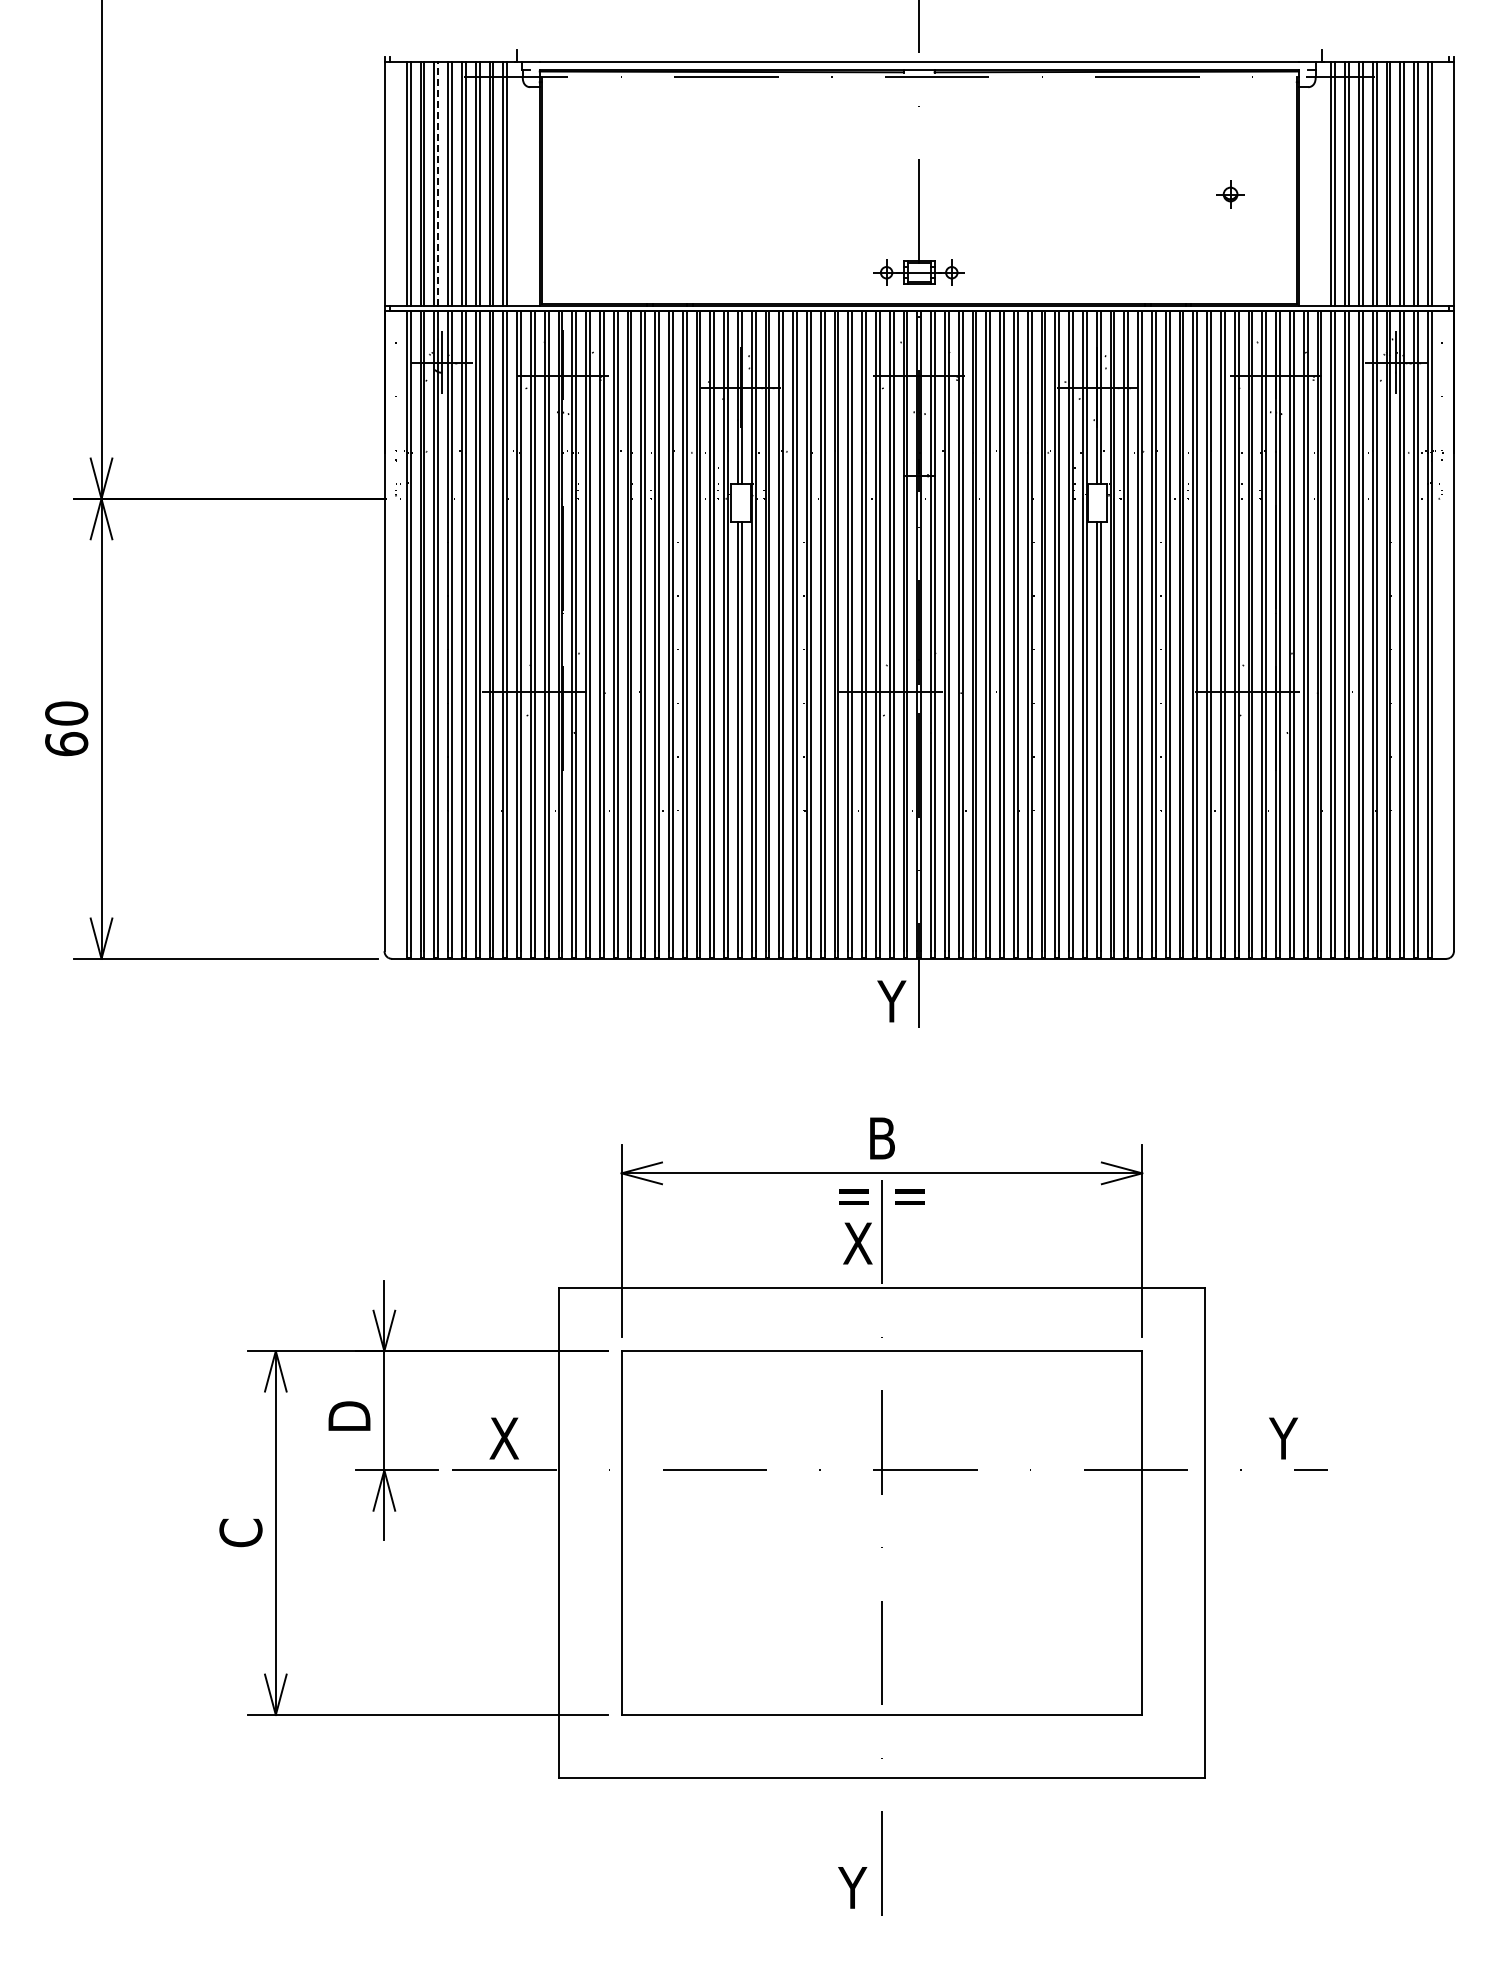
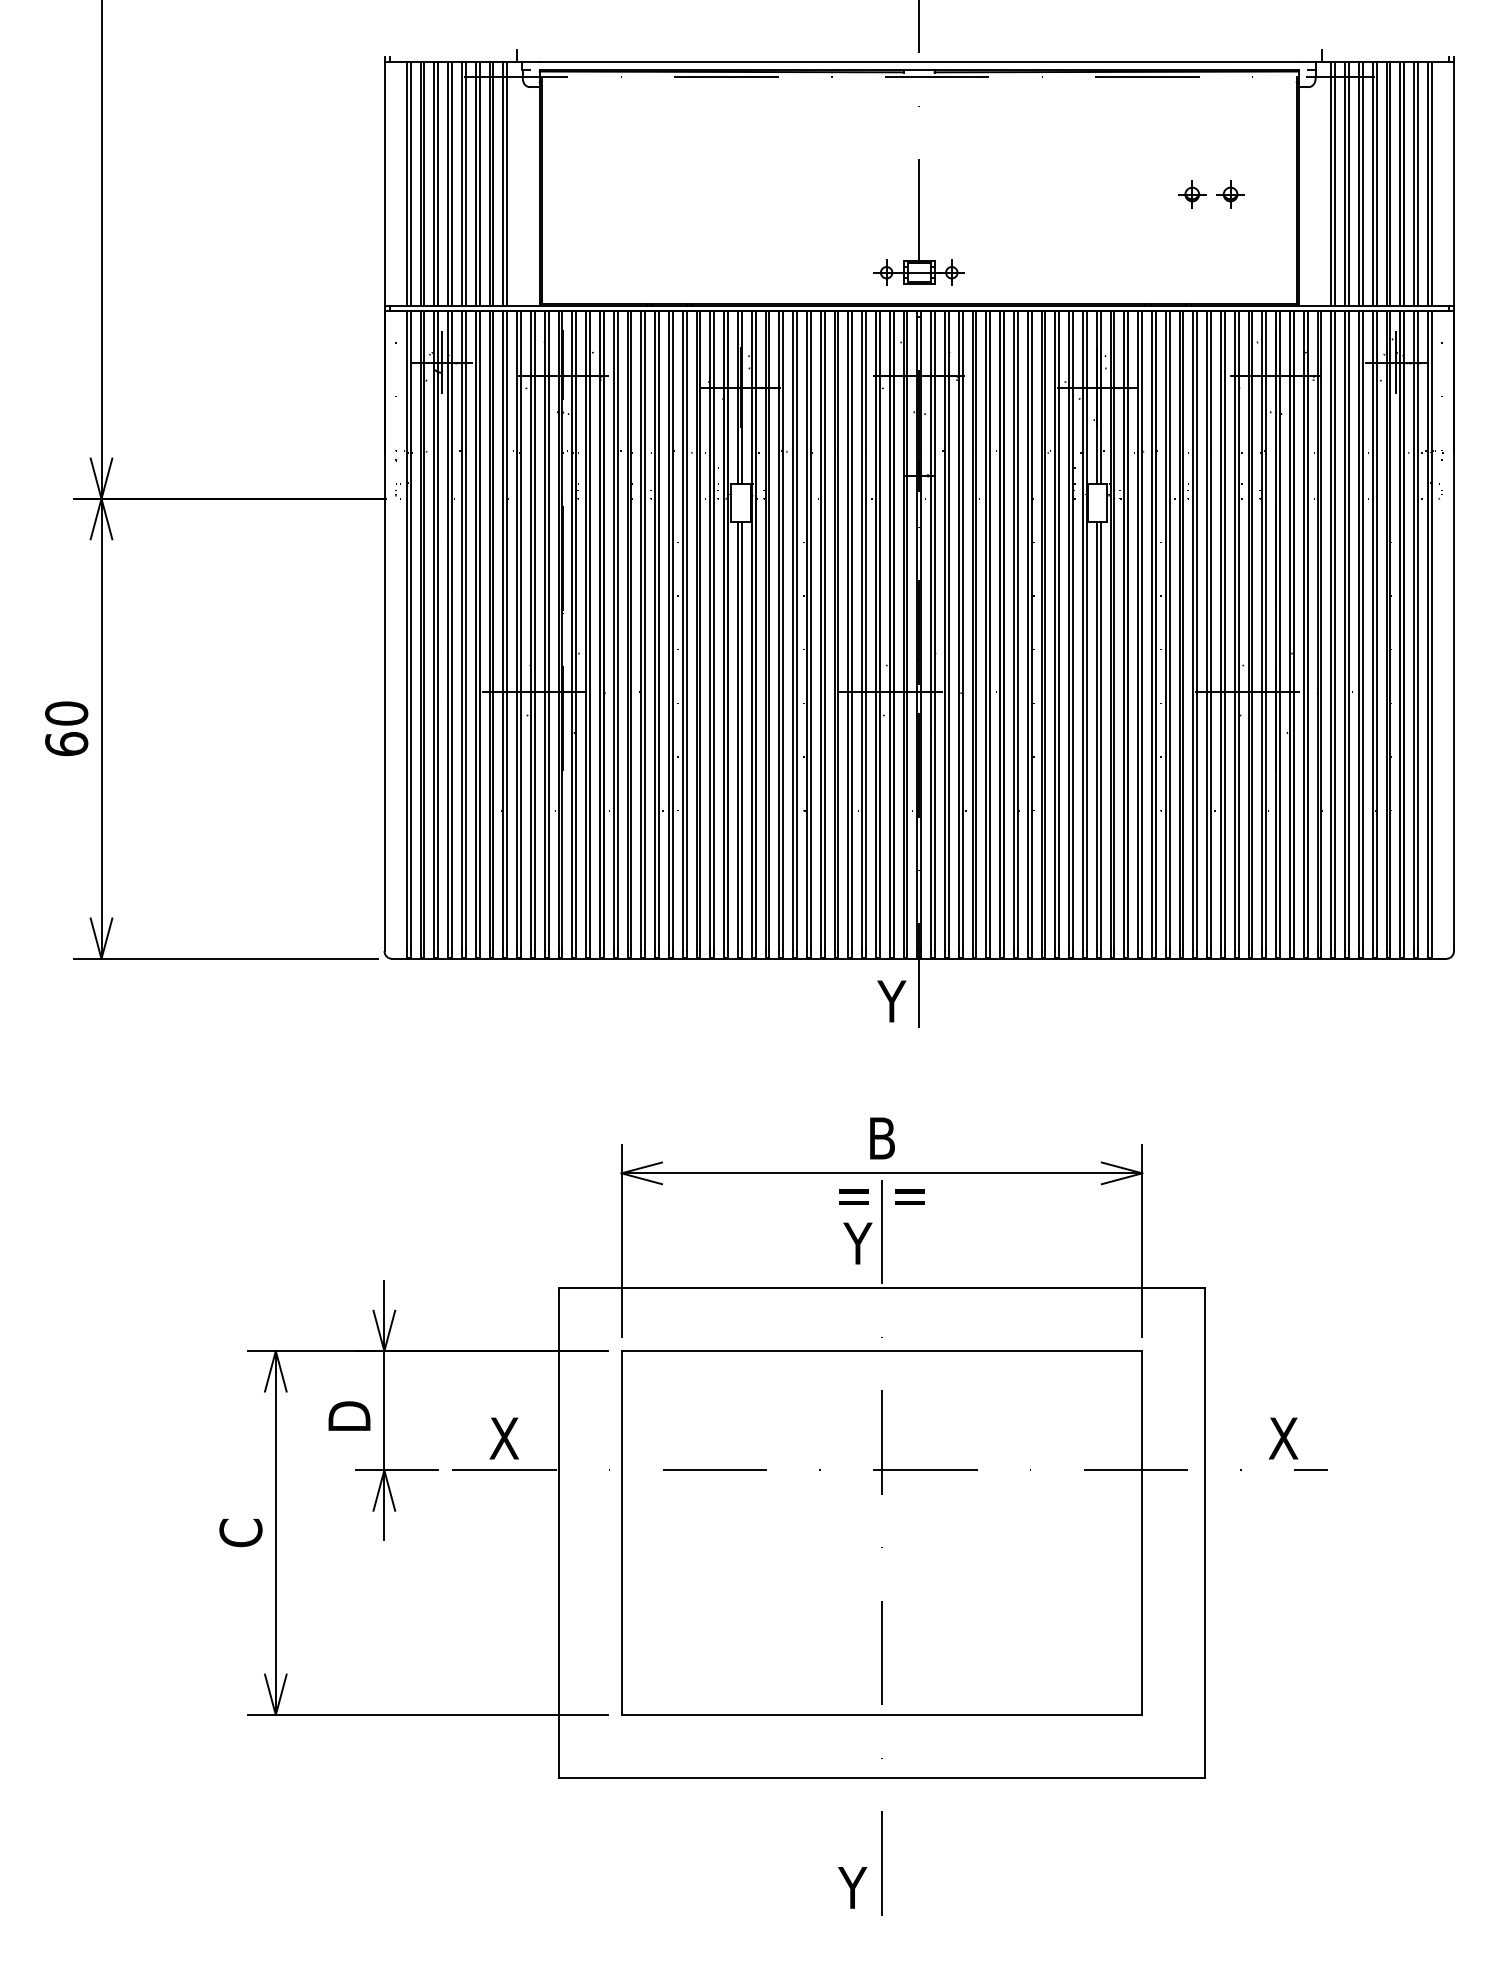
line at (438, 183): dashed -> solid
part at (1192, 194): none -> present
text at (857, 1243): X -> Y
text at (1283, 1438): Y -> X
